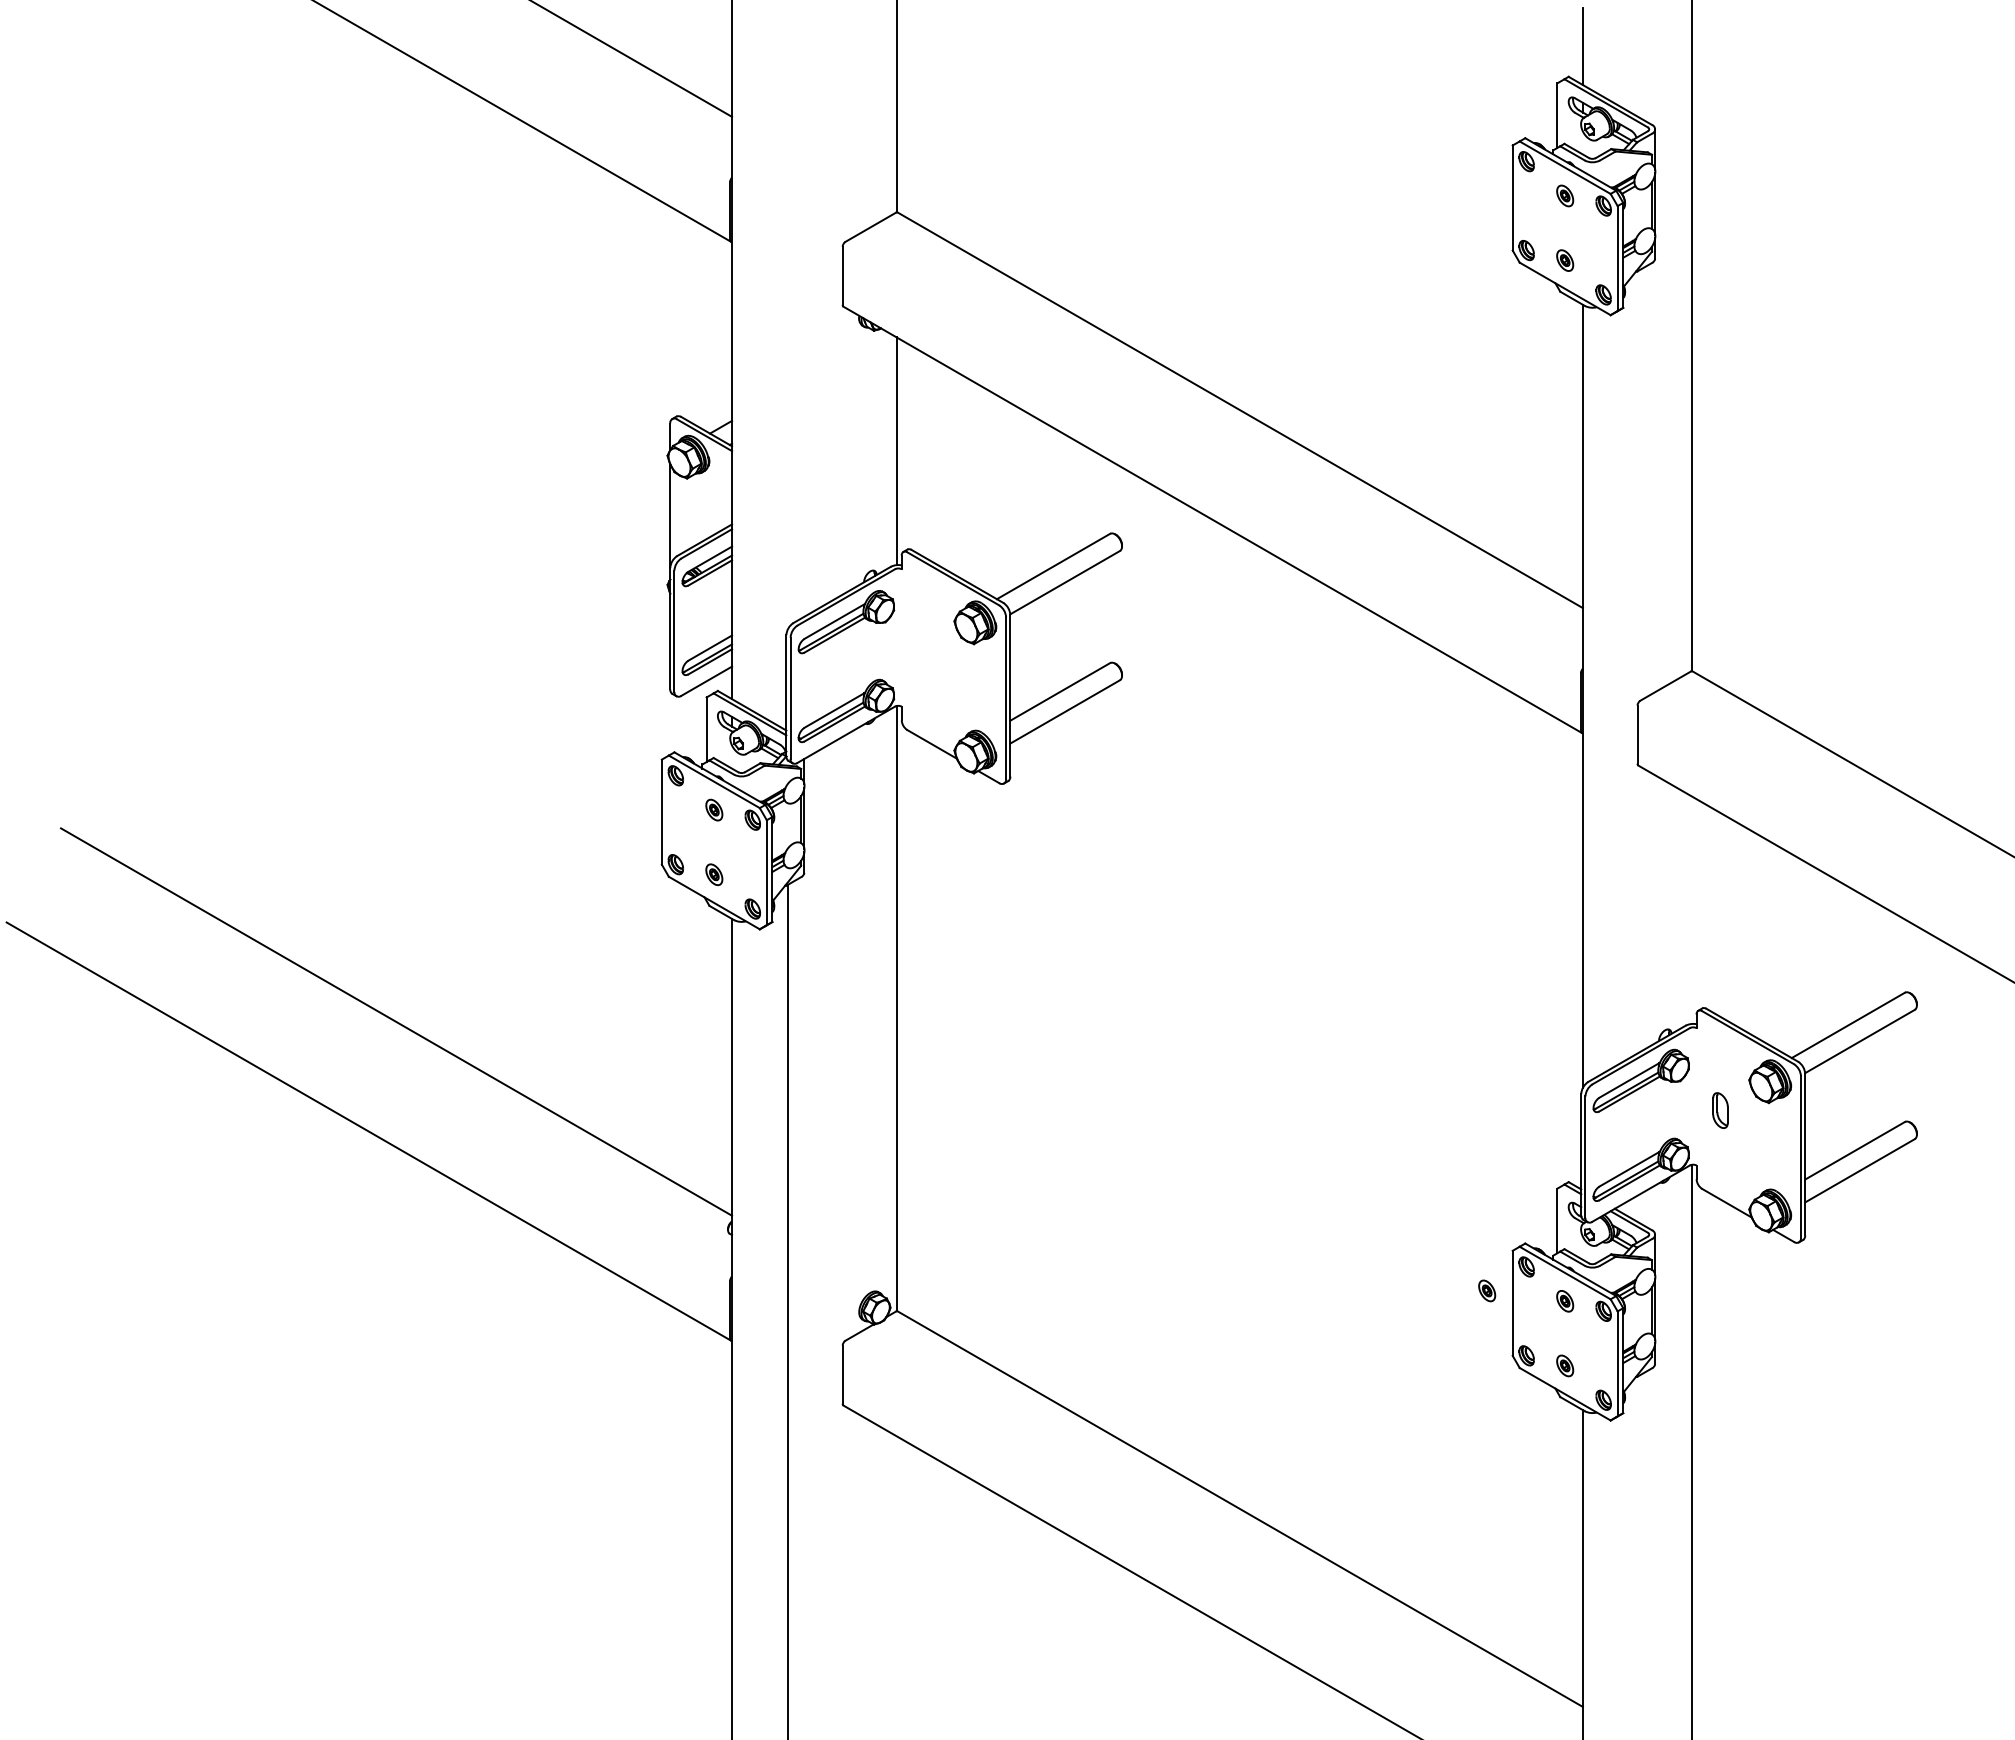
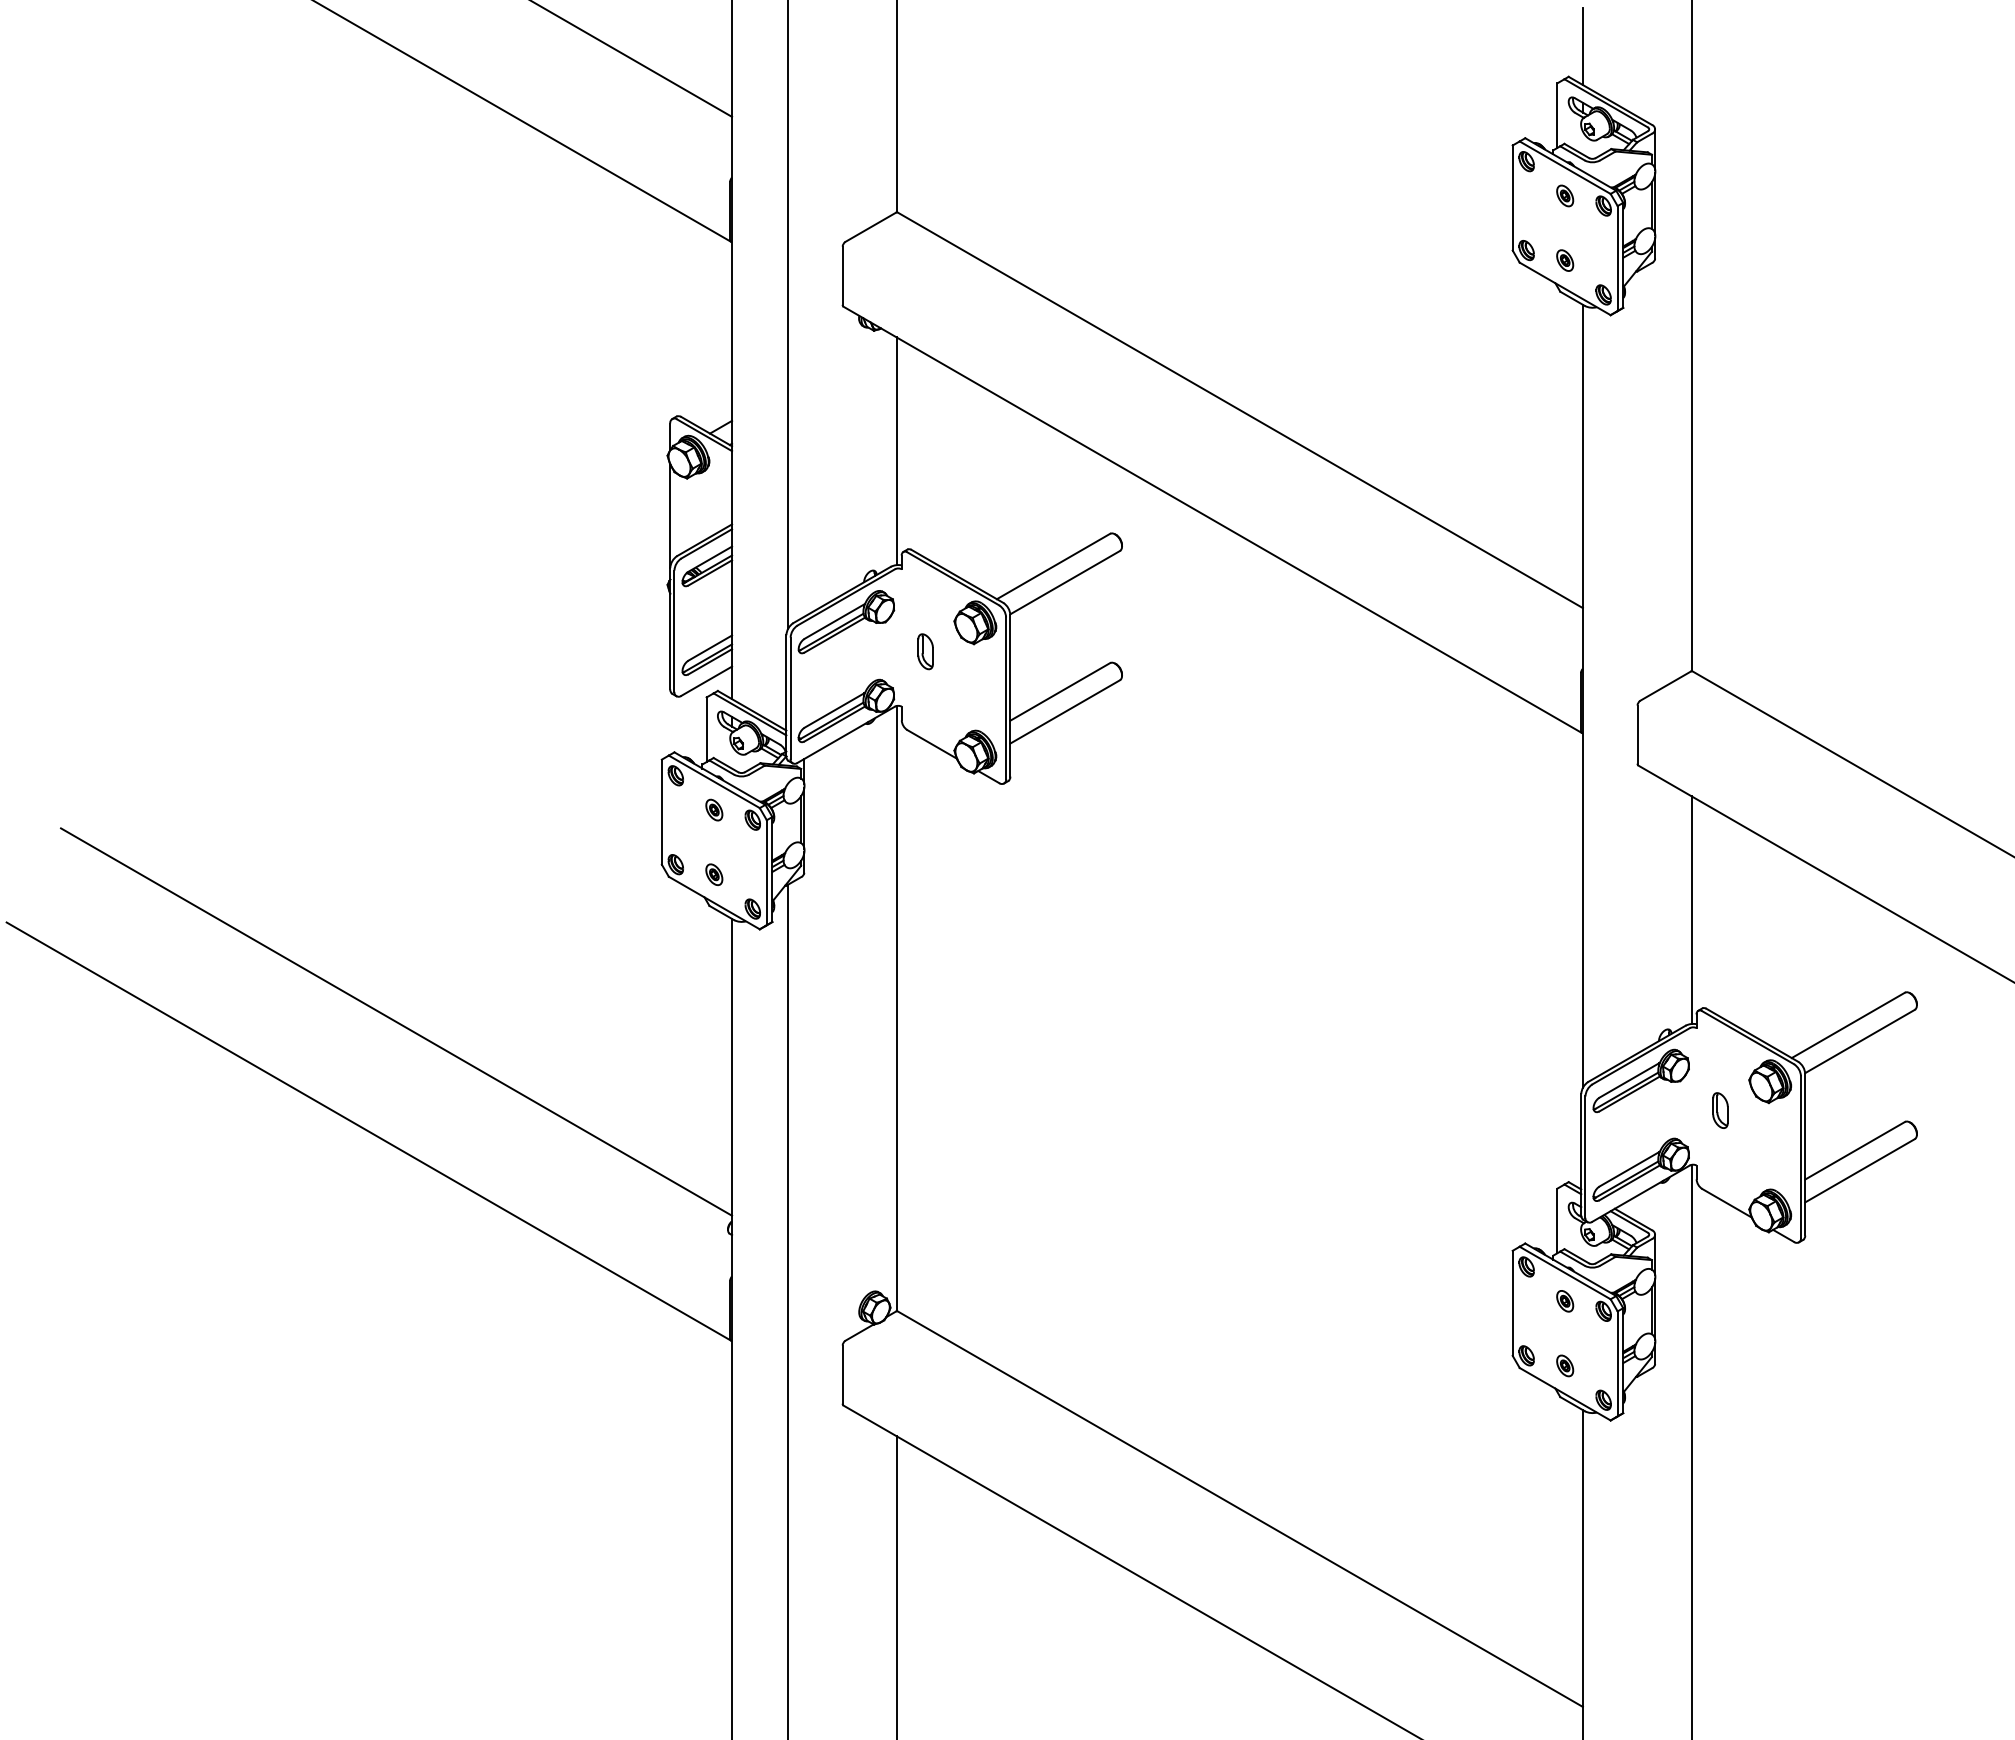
line at (788, 315): none -> present
part at (925, 651): none -> present
line at (1691, 909): none -> present
part at (1487, 1290): present -> none
line at (896, 1586): none -> present
